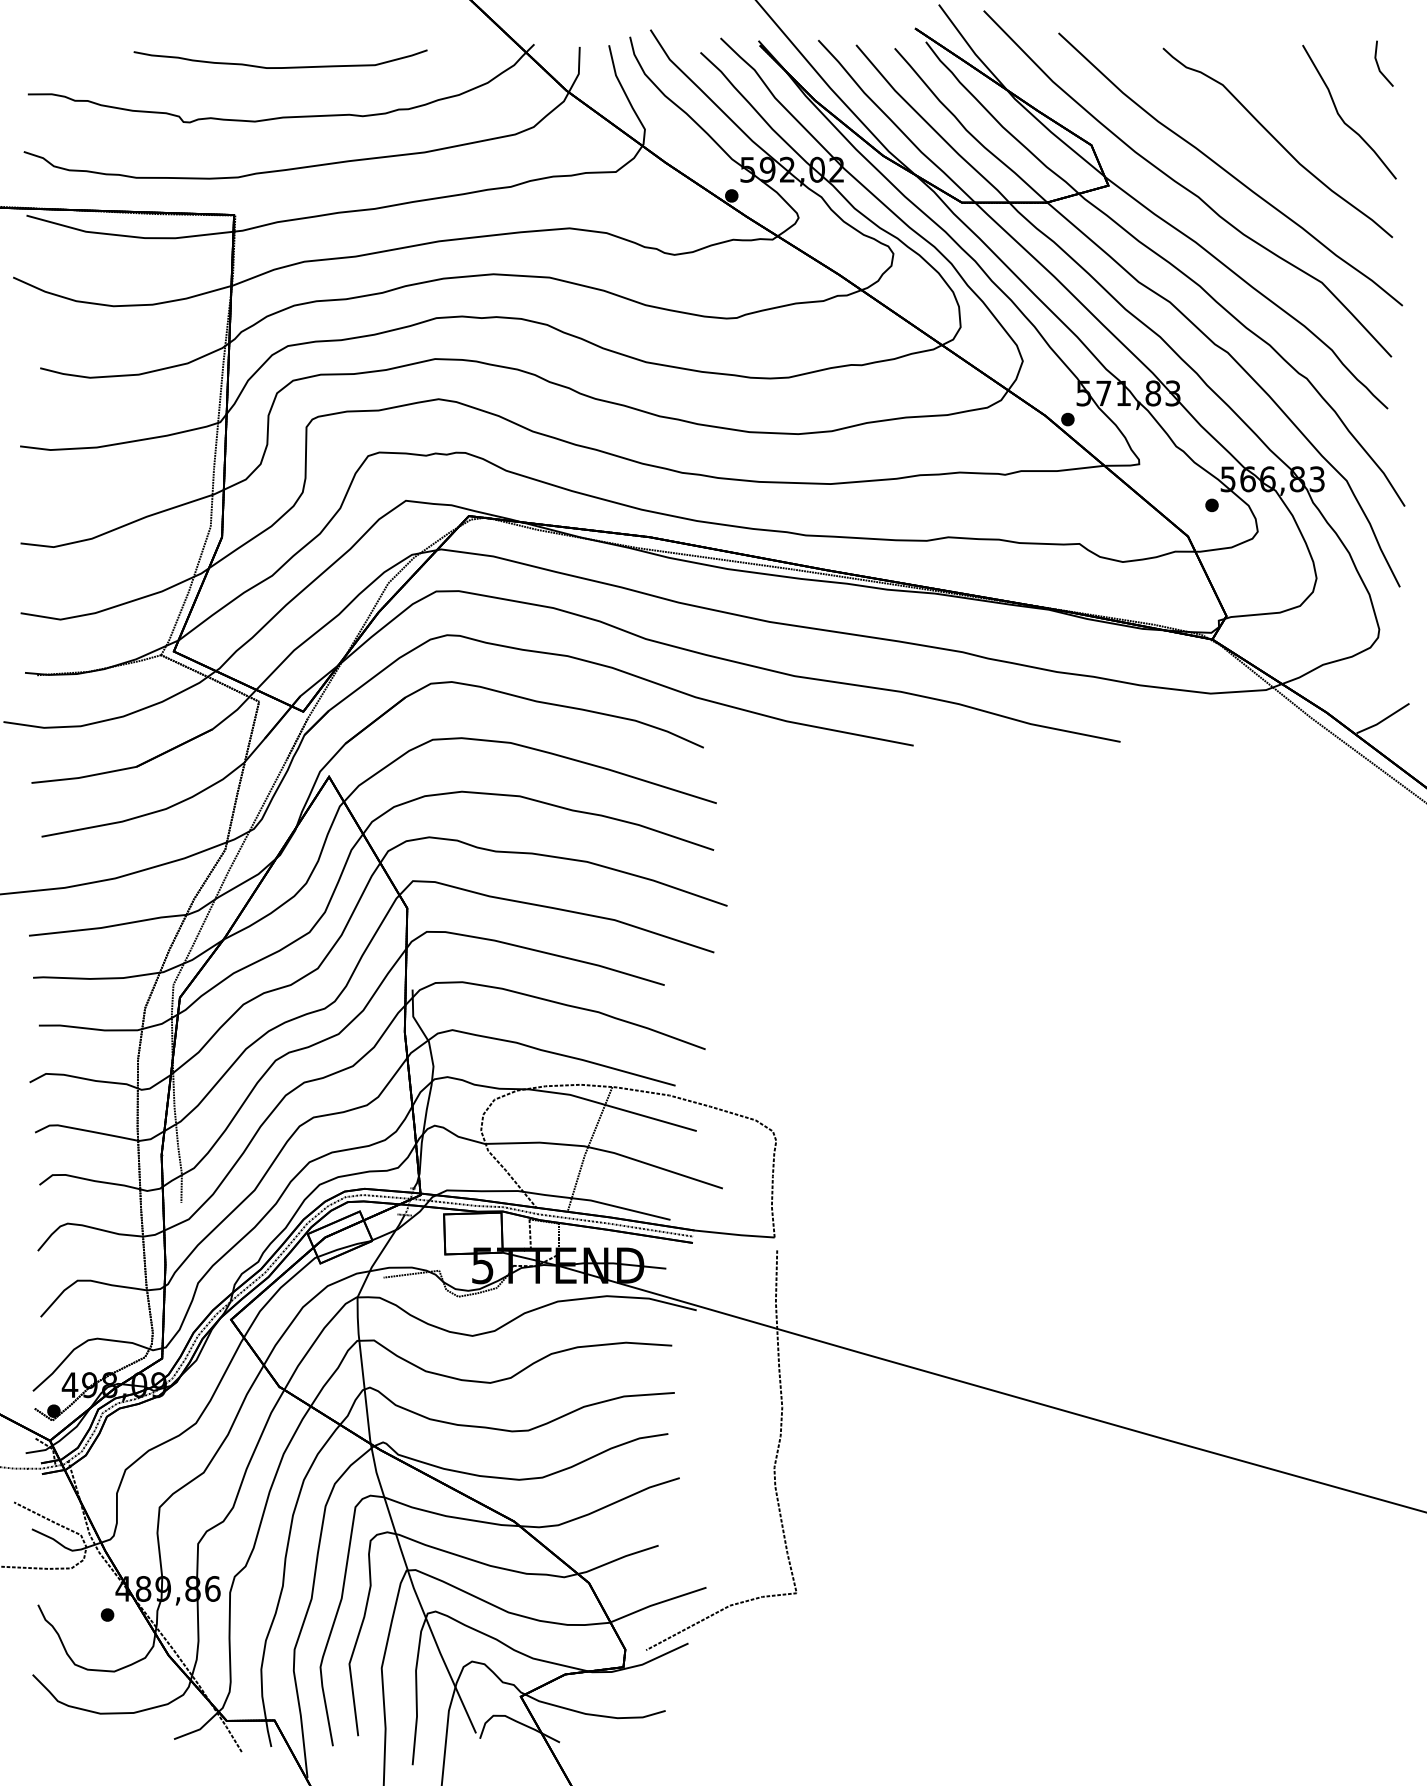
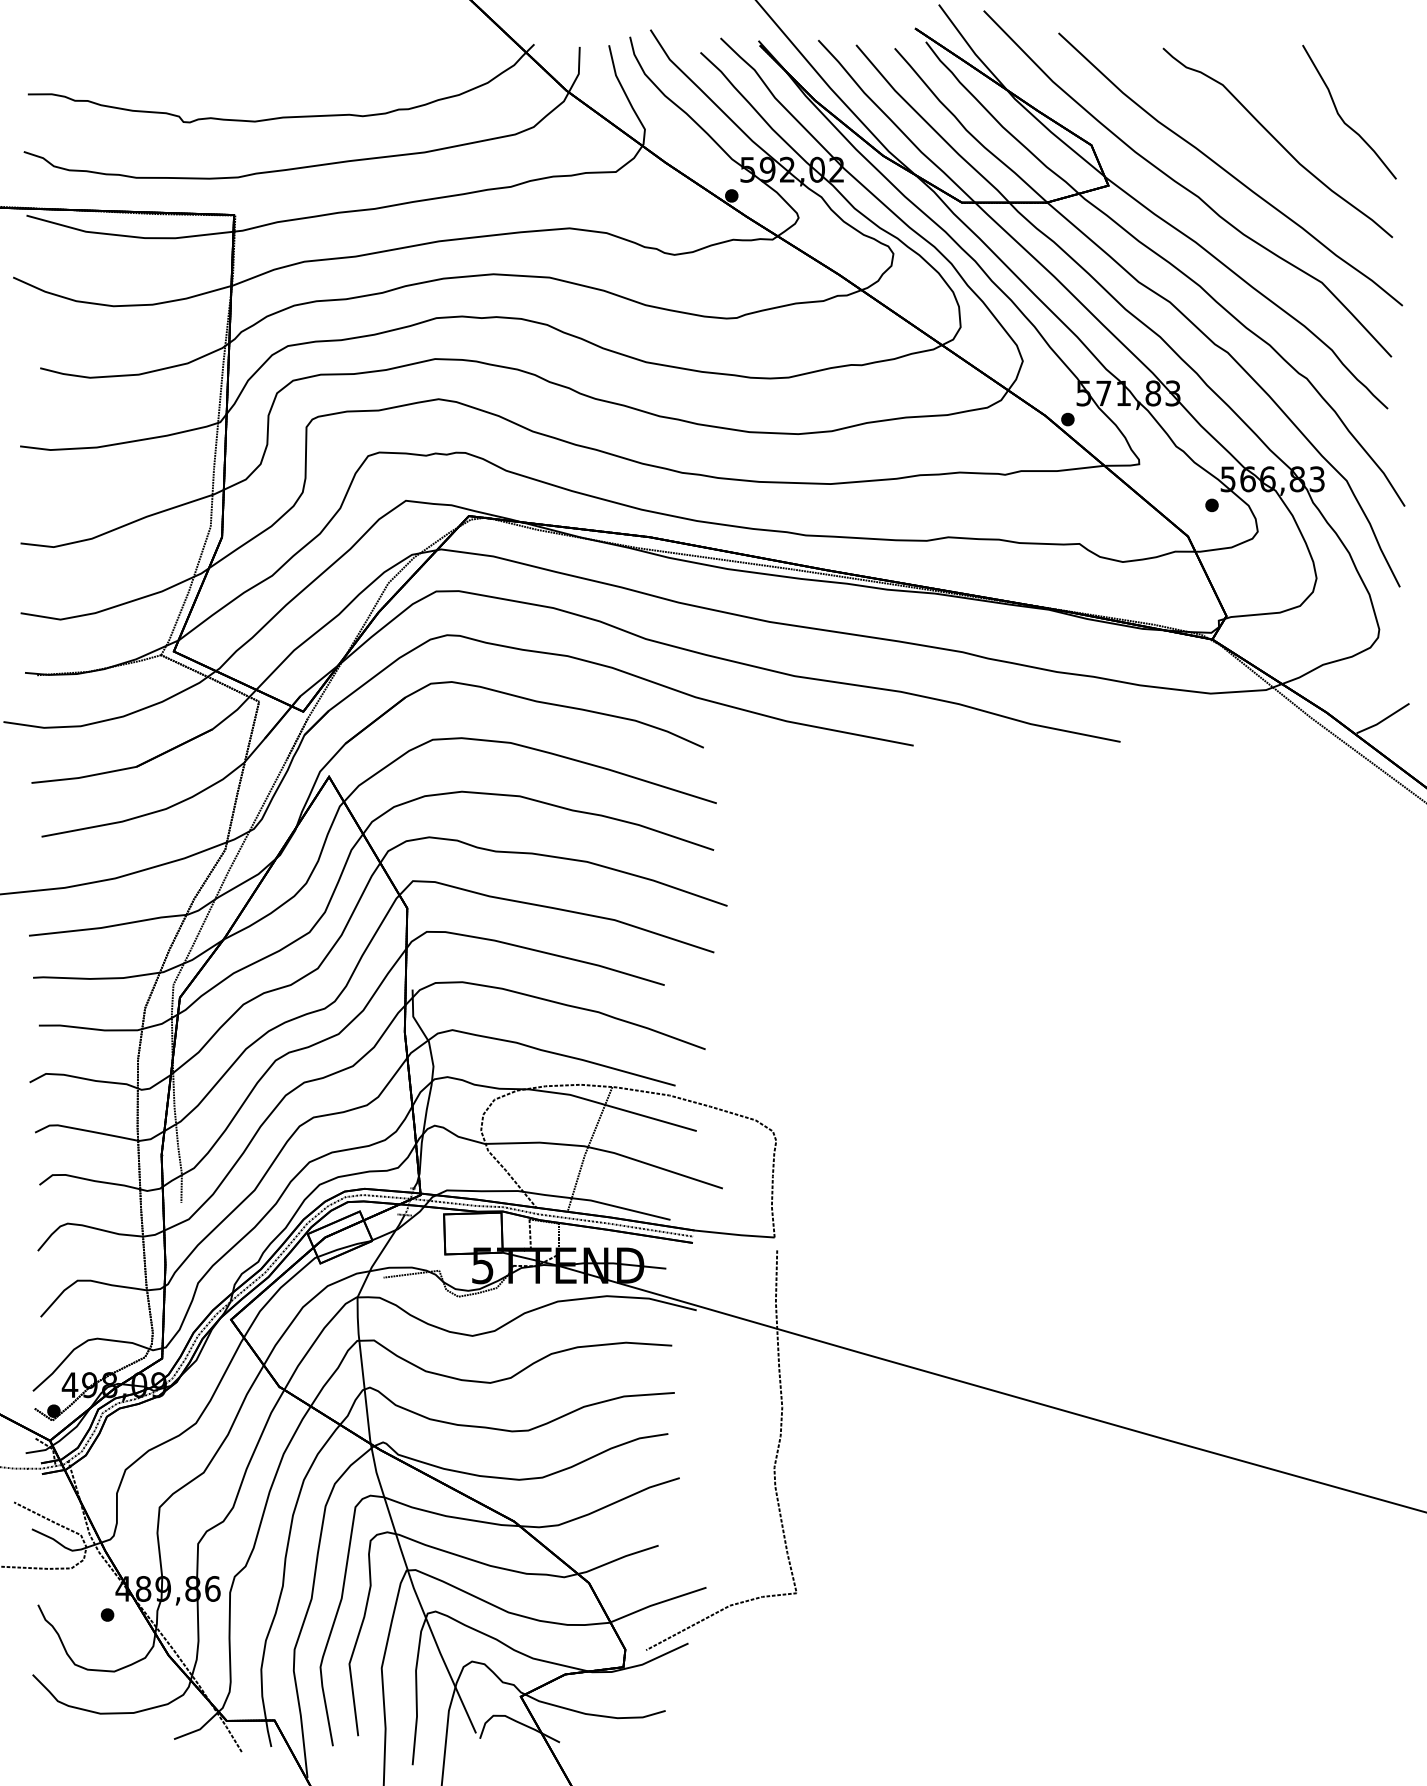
line at (1378, 63): present -> none
curve at (280, 67): present -> none
